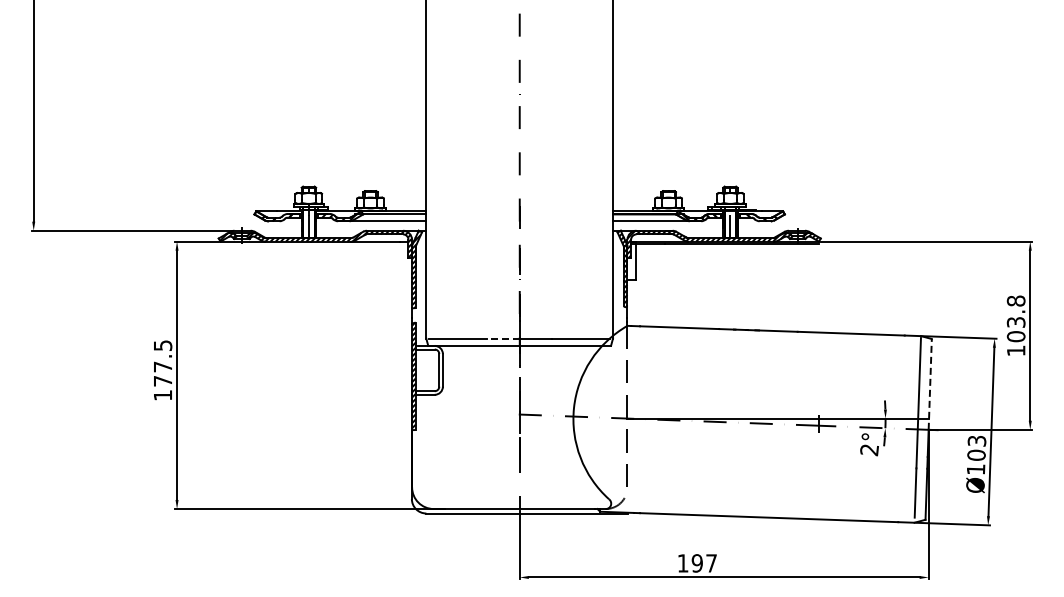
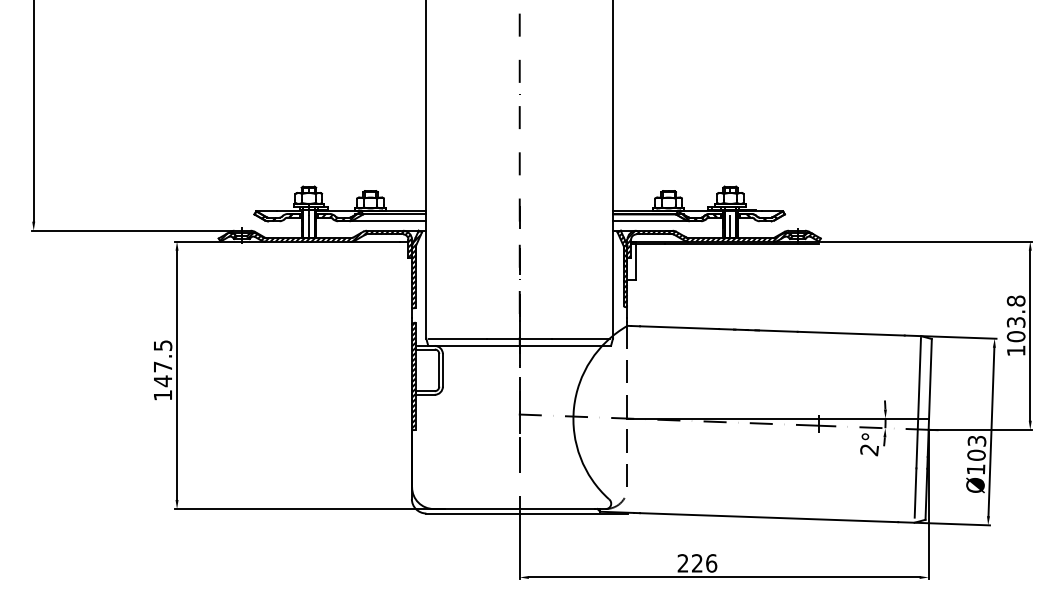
line at (502, 338): dashed -> solid
text at (162, 381): 177.5 -> 147.5
line at (930, 383): dashed -> solid
text at (697, 563): 197 -> 226
